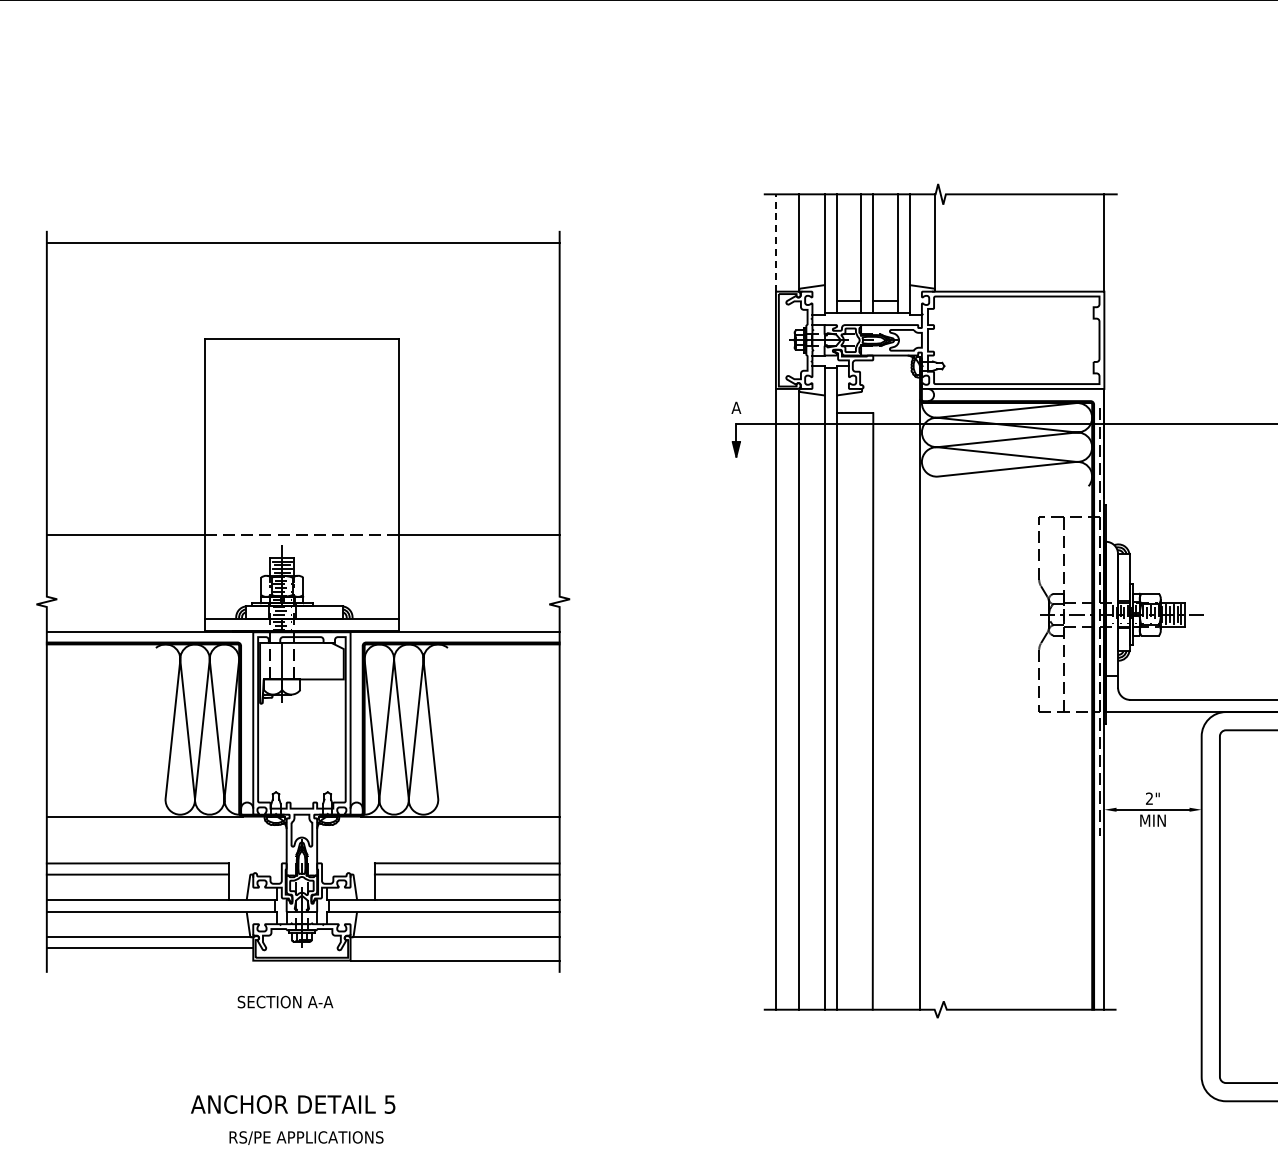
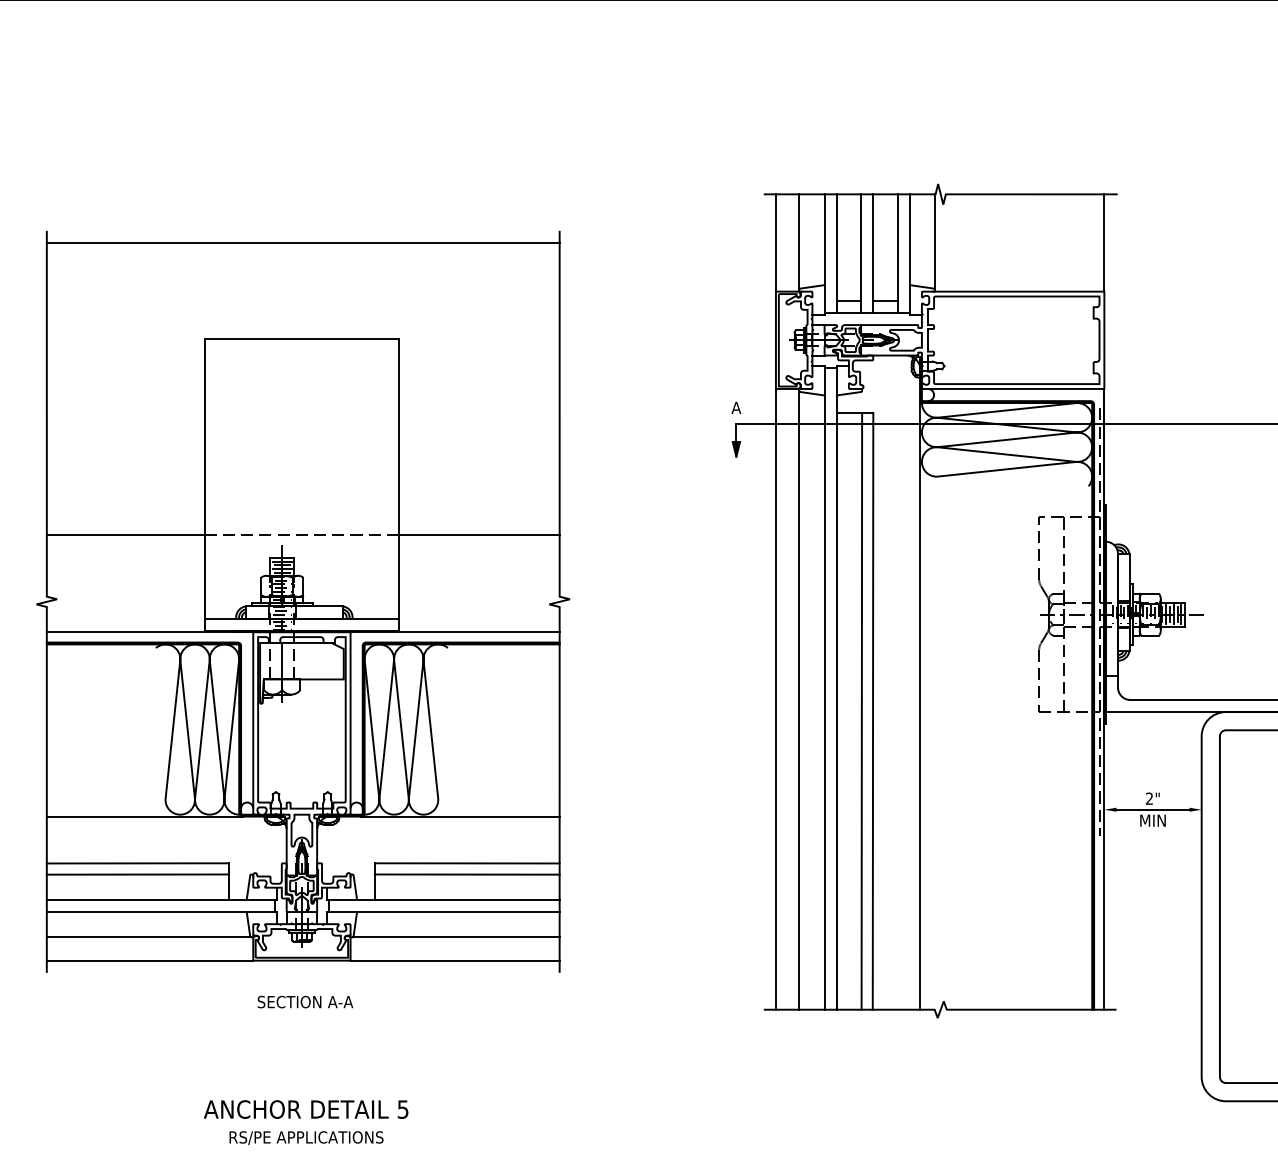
line at (775, 243): dashed -> solid
line at (861, 711): none -> present
line at (149, 947) position: (149, 947) -> (149, 960)
text at (285, 1001) position: (285, 1001) -> (305, 1001)
text at (293, 1104) position: (293, 1104) -> (306, 1109)
